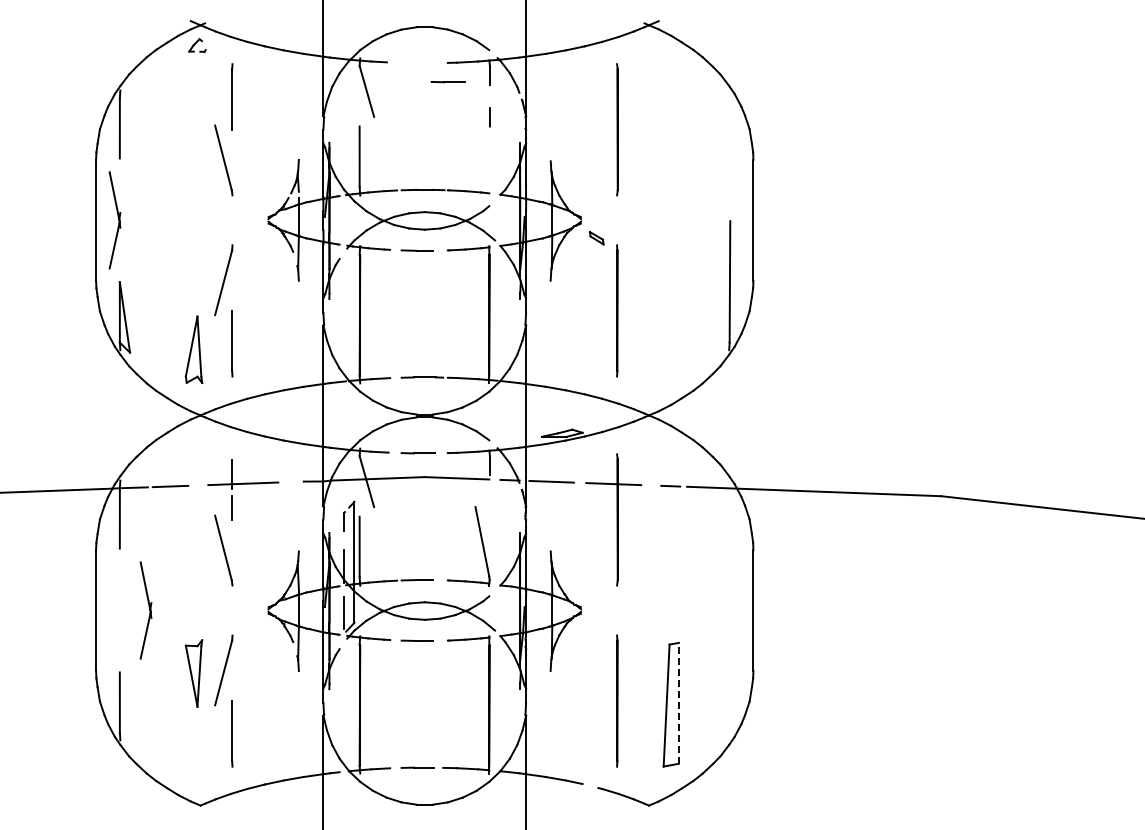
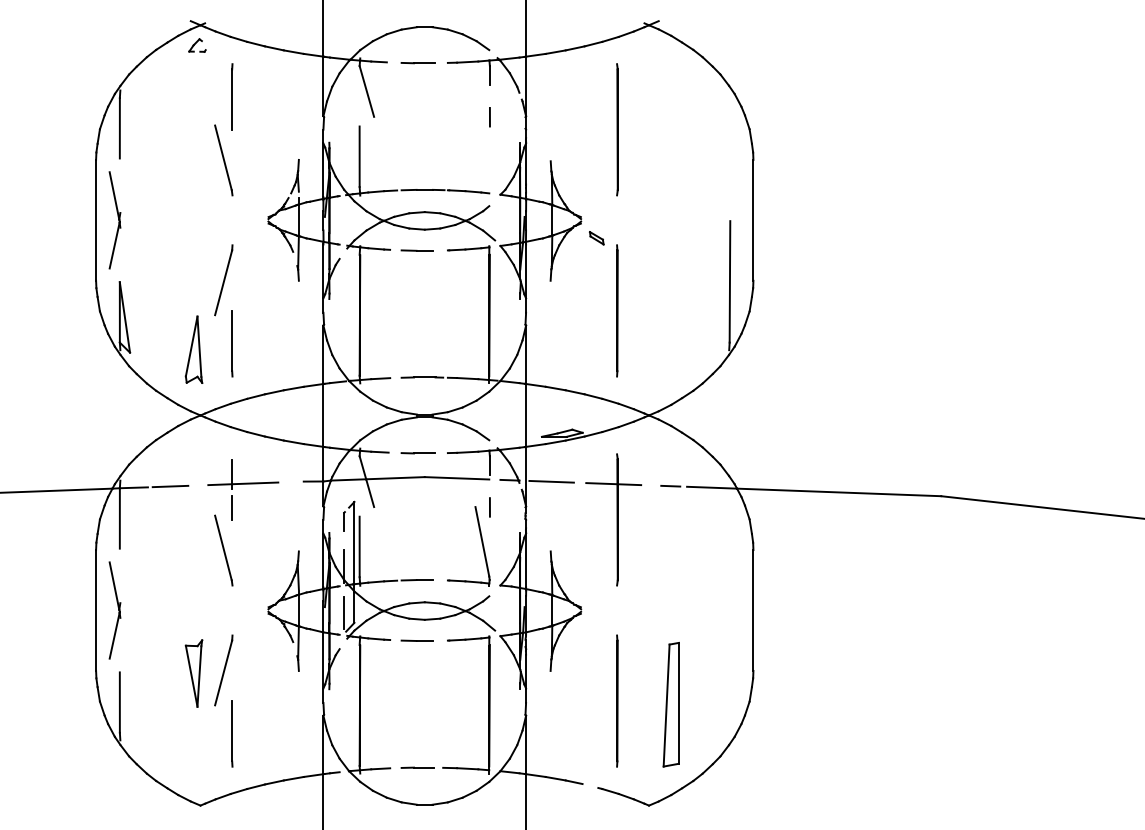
line at (447, 82) position: (447, 82) -> (417, 63)
line at (489, 507): none -> present
part at (145, 610) position: (145, 610) -> (114, 610)
line at (678, 702): dashed -> solid
